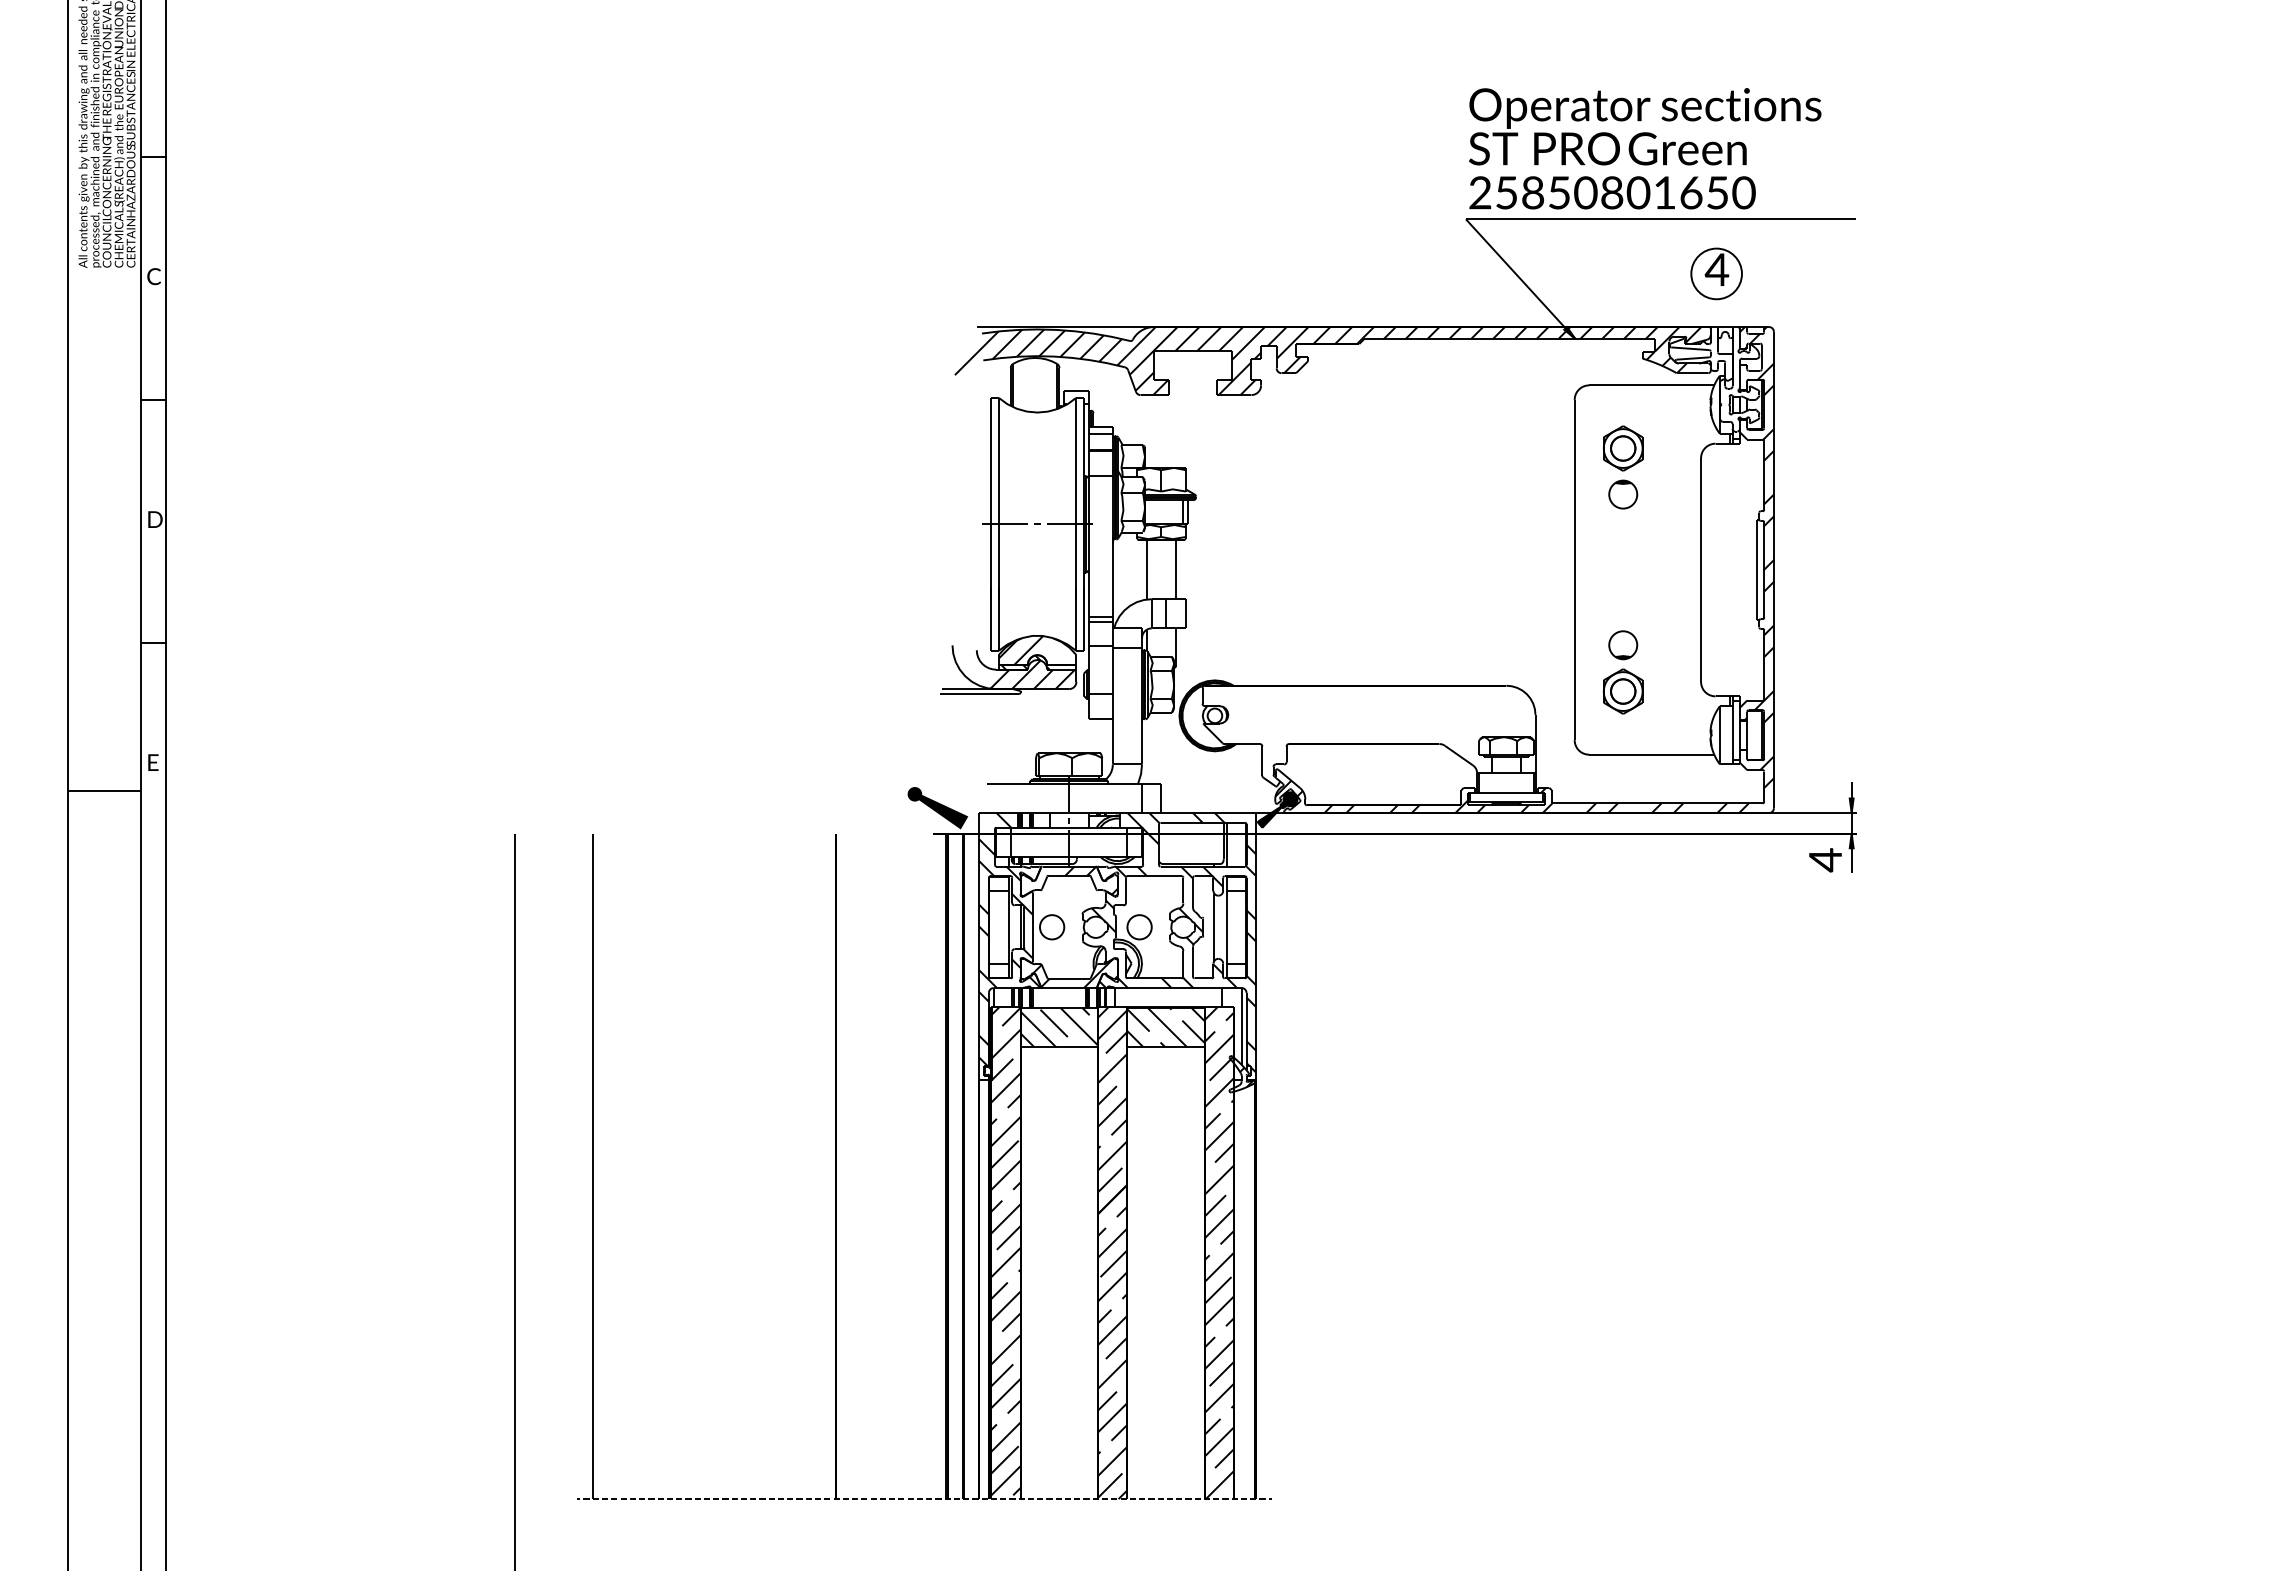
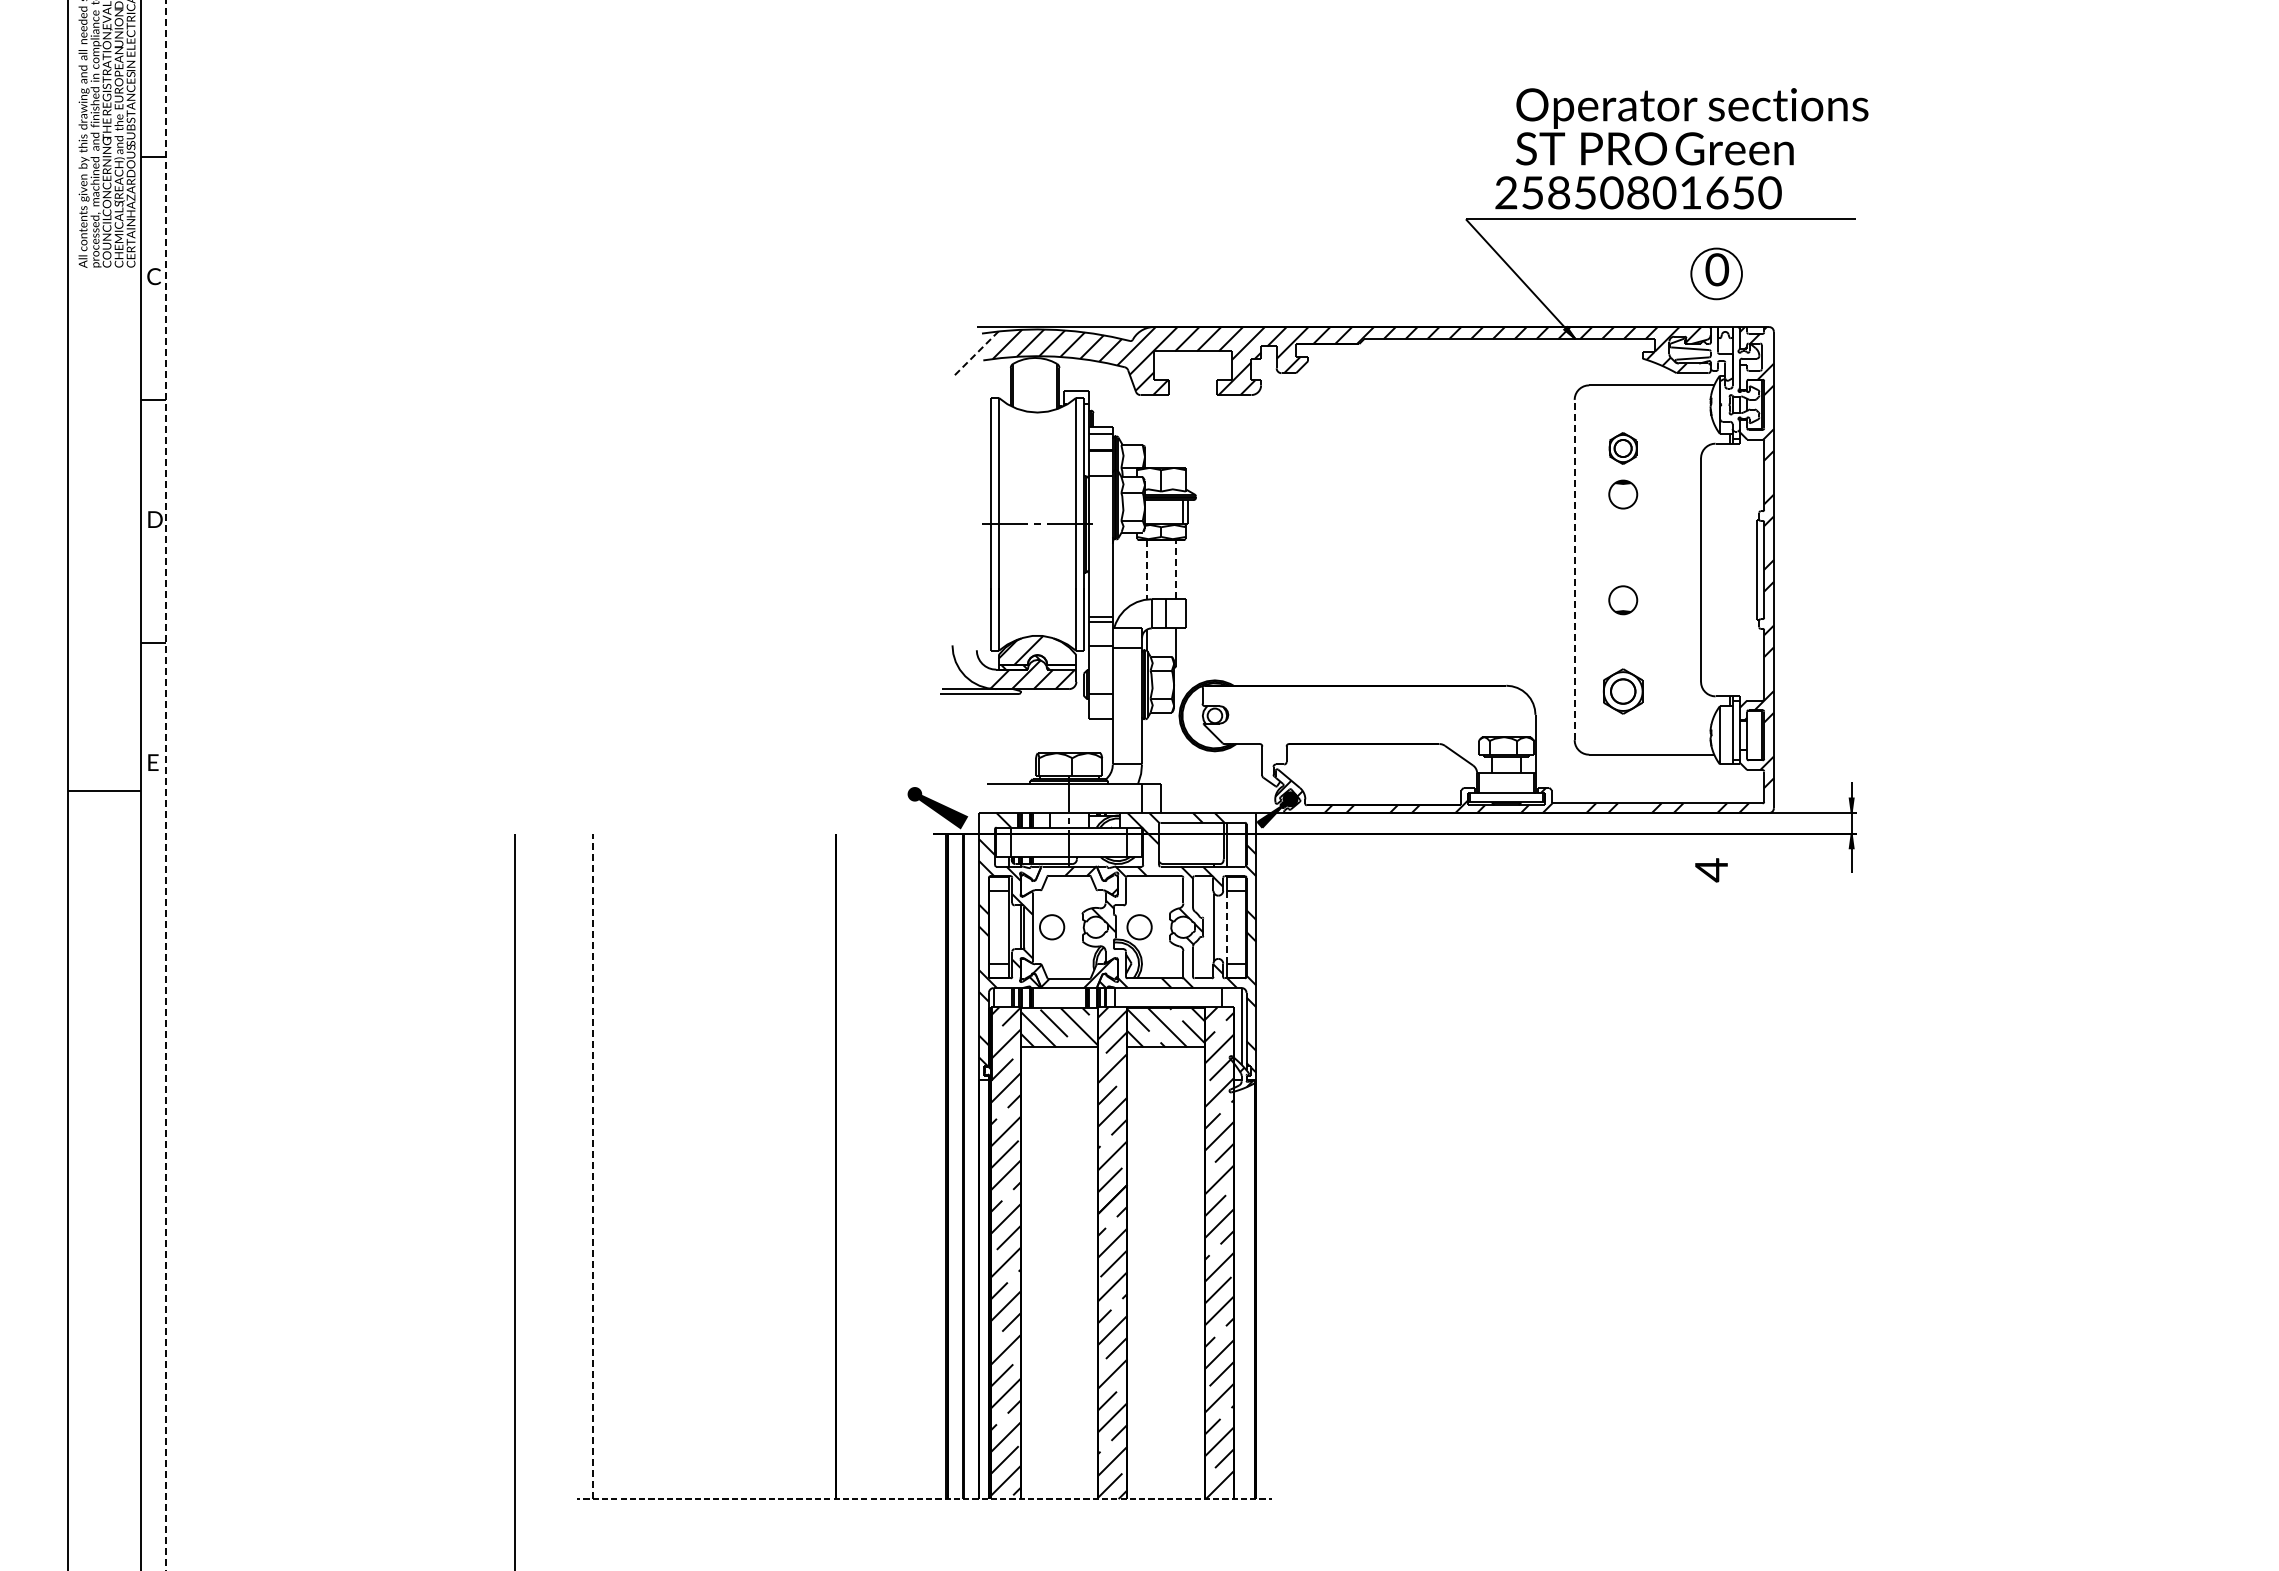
text at (1645, 126) position: (1645, 126) -> (1692, 126)
text at (1612, 192) position: (1612, 192) -> (1638, 192)
text at (1716, 269): 4 -> 0
line at (976, 353): solid -> dashed
part at (1622, 448) size: 42x47 px -> 30x33 px
line at (1146, 569): solid -> dashed
line at (1176, 569): solid -> dashed
line at (1574, 569): solid -> dashed
part at (1623, 645) position: (1623, 645) -> (1623, 600)
line at (165, 784): solid -> dashed
text at (1825, 860) position: (1825, 860) -> (1711, 870)
line at (1226, 927): solid -> dashed
line at (592, 1166): solid -> dashed
